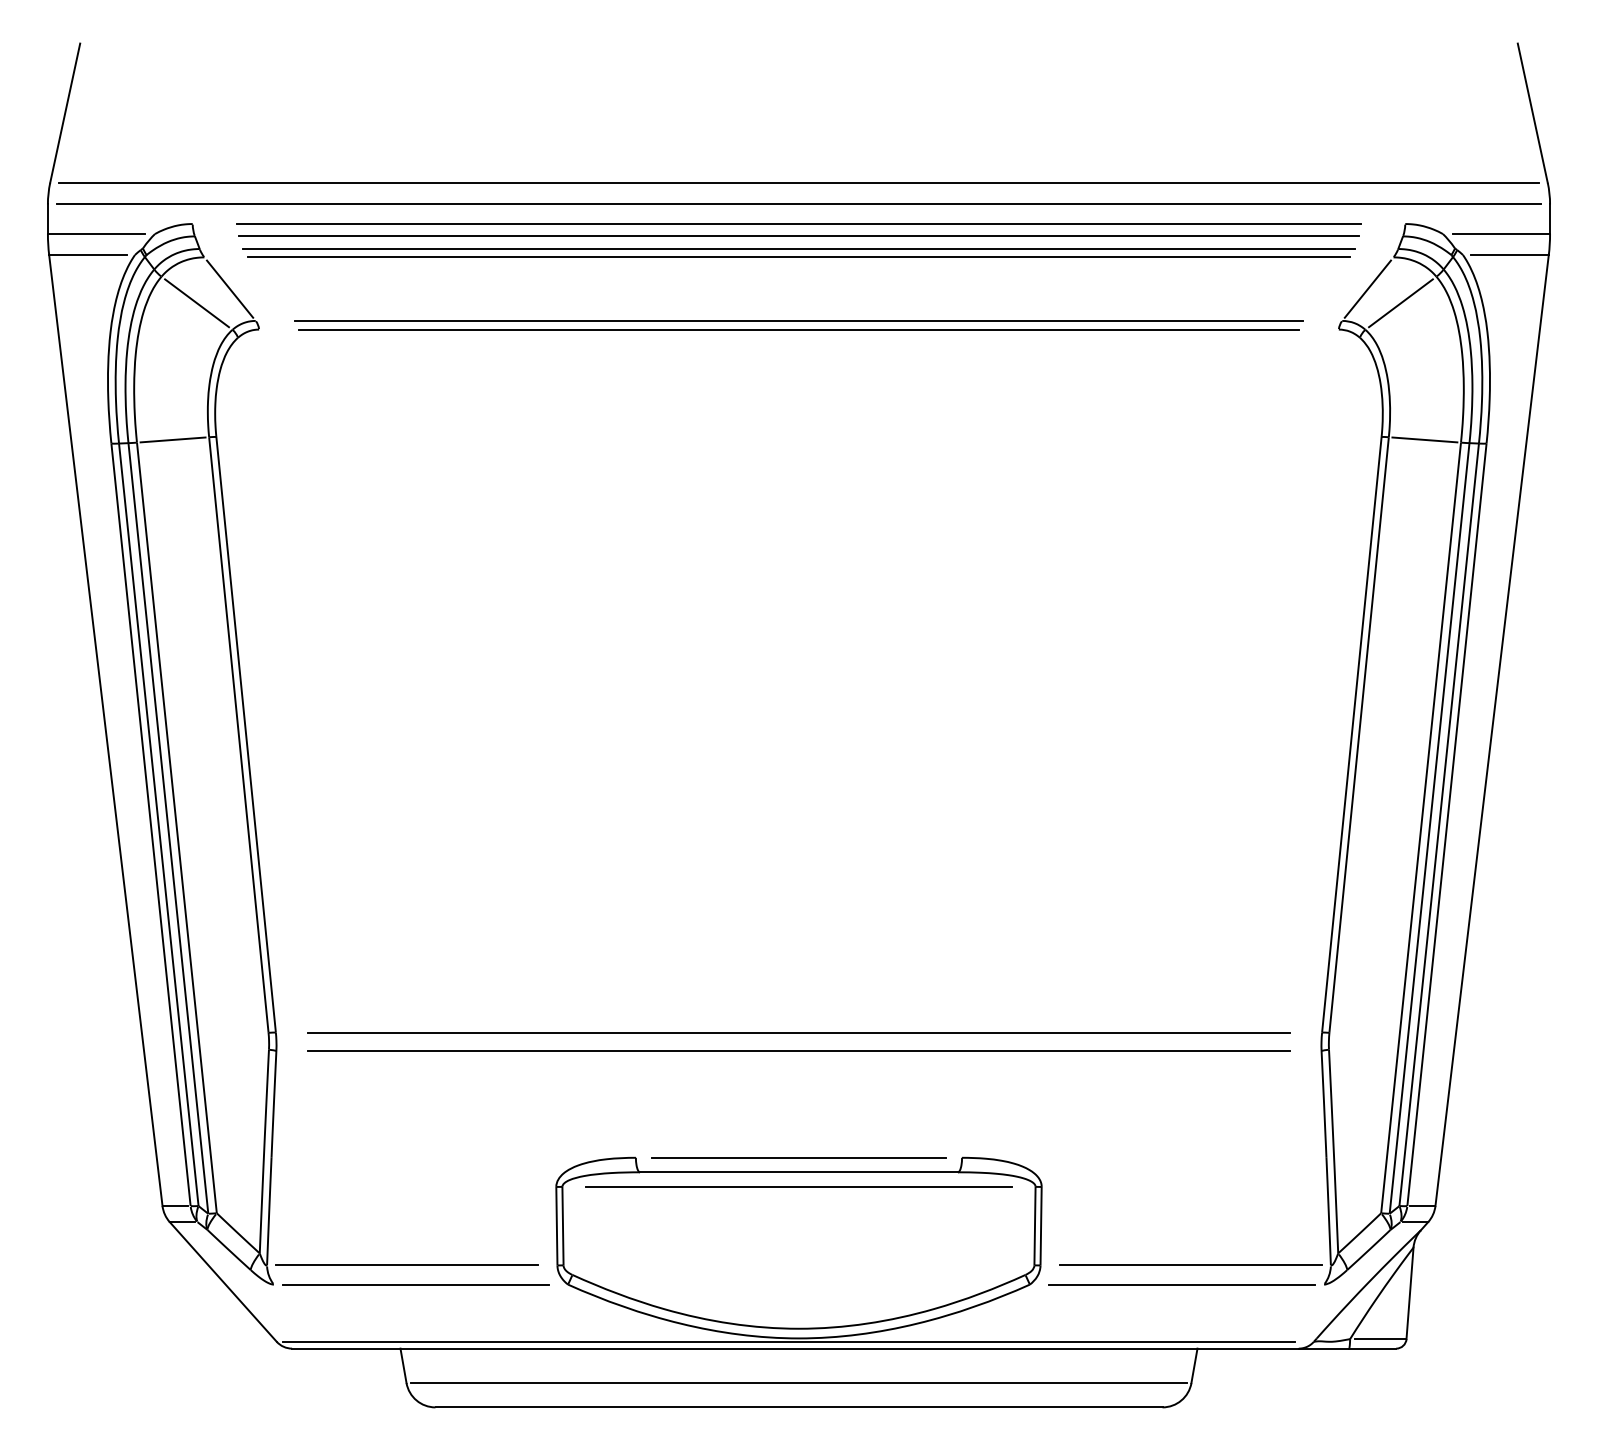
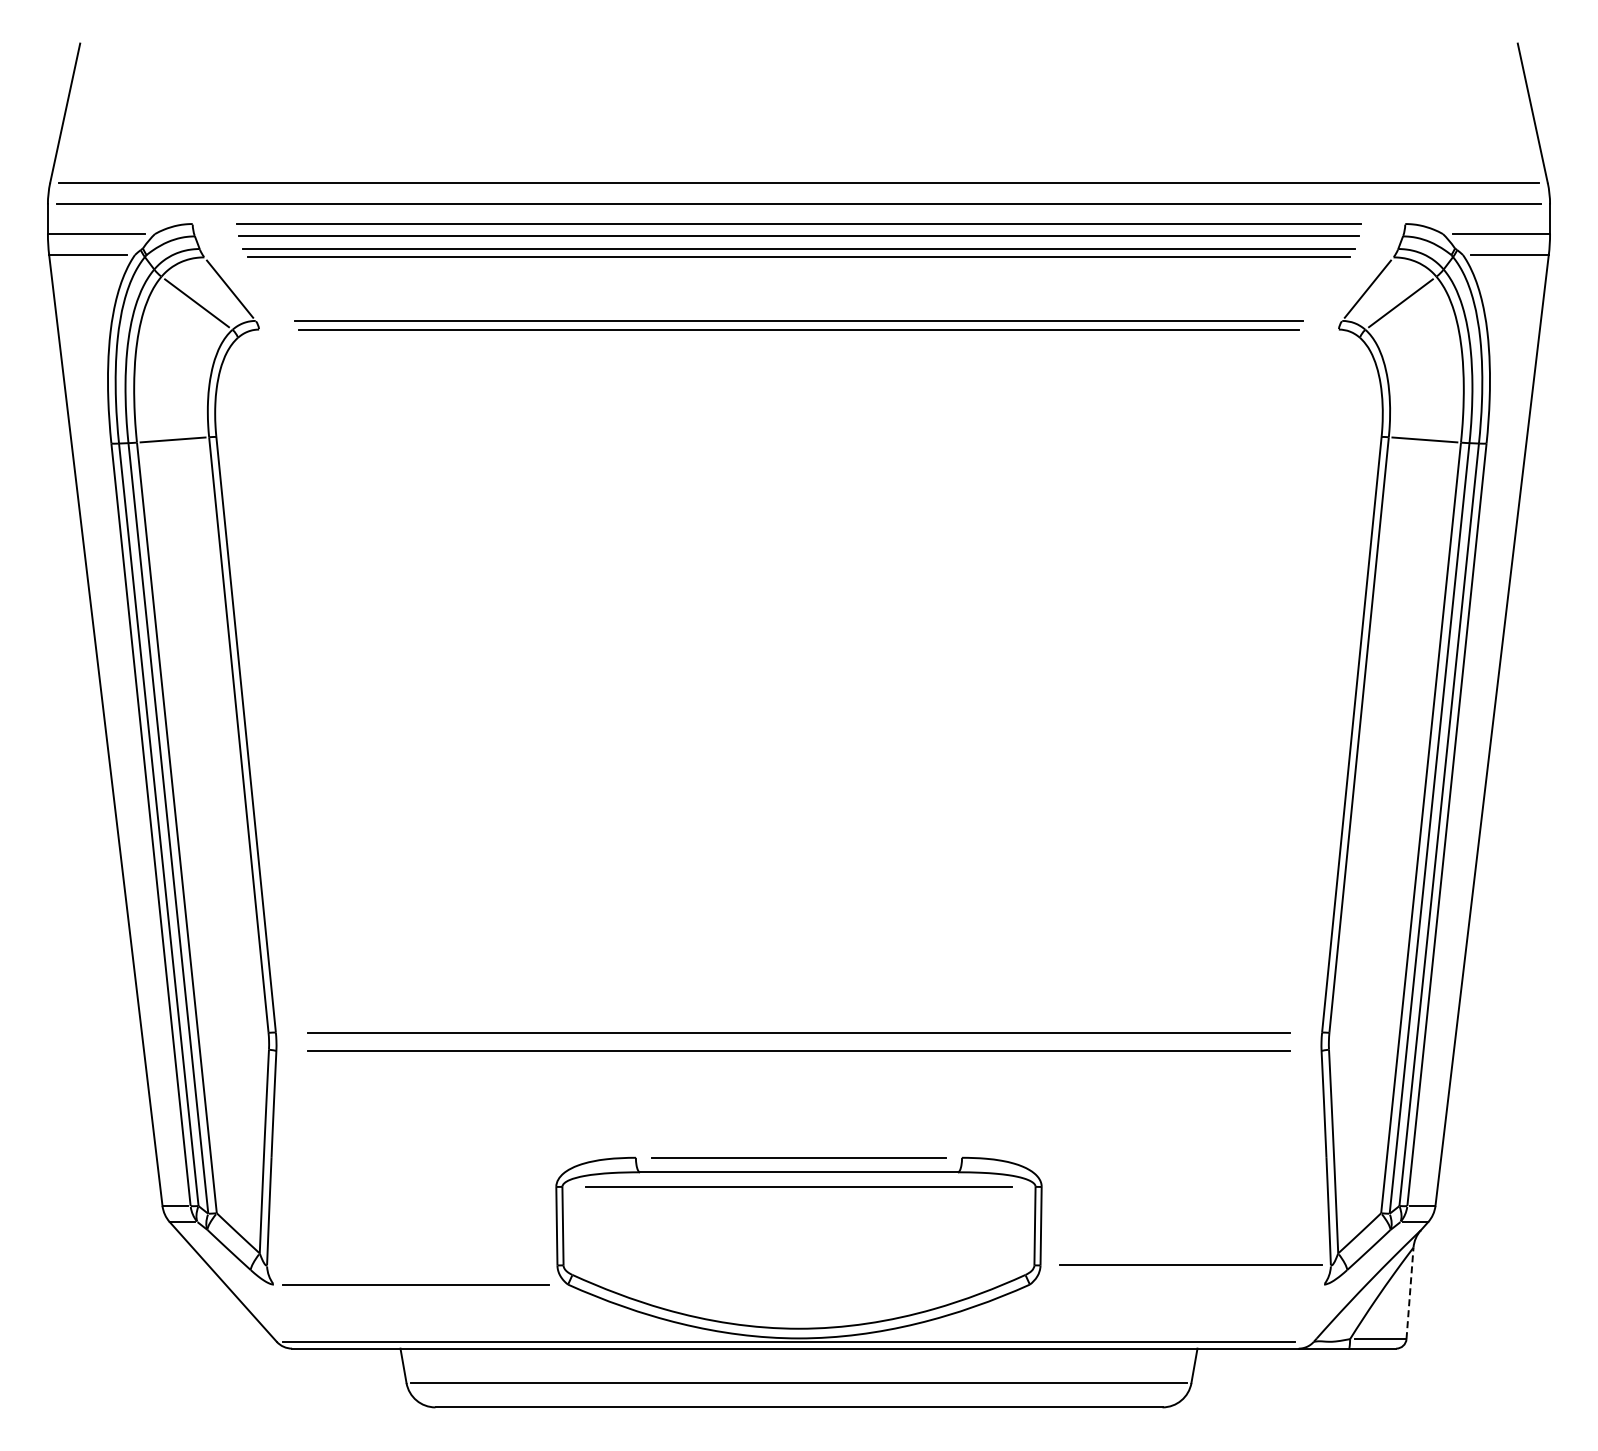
line at (406, 1265): present -> none
line at (1181, 1284): present -> none
line at (1410, 1293): solid -> dashed
